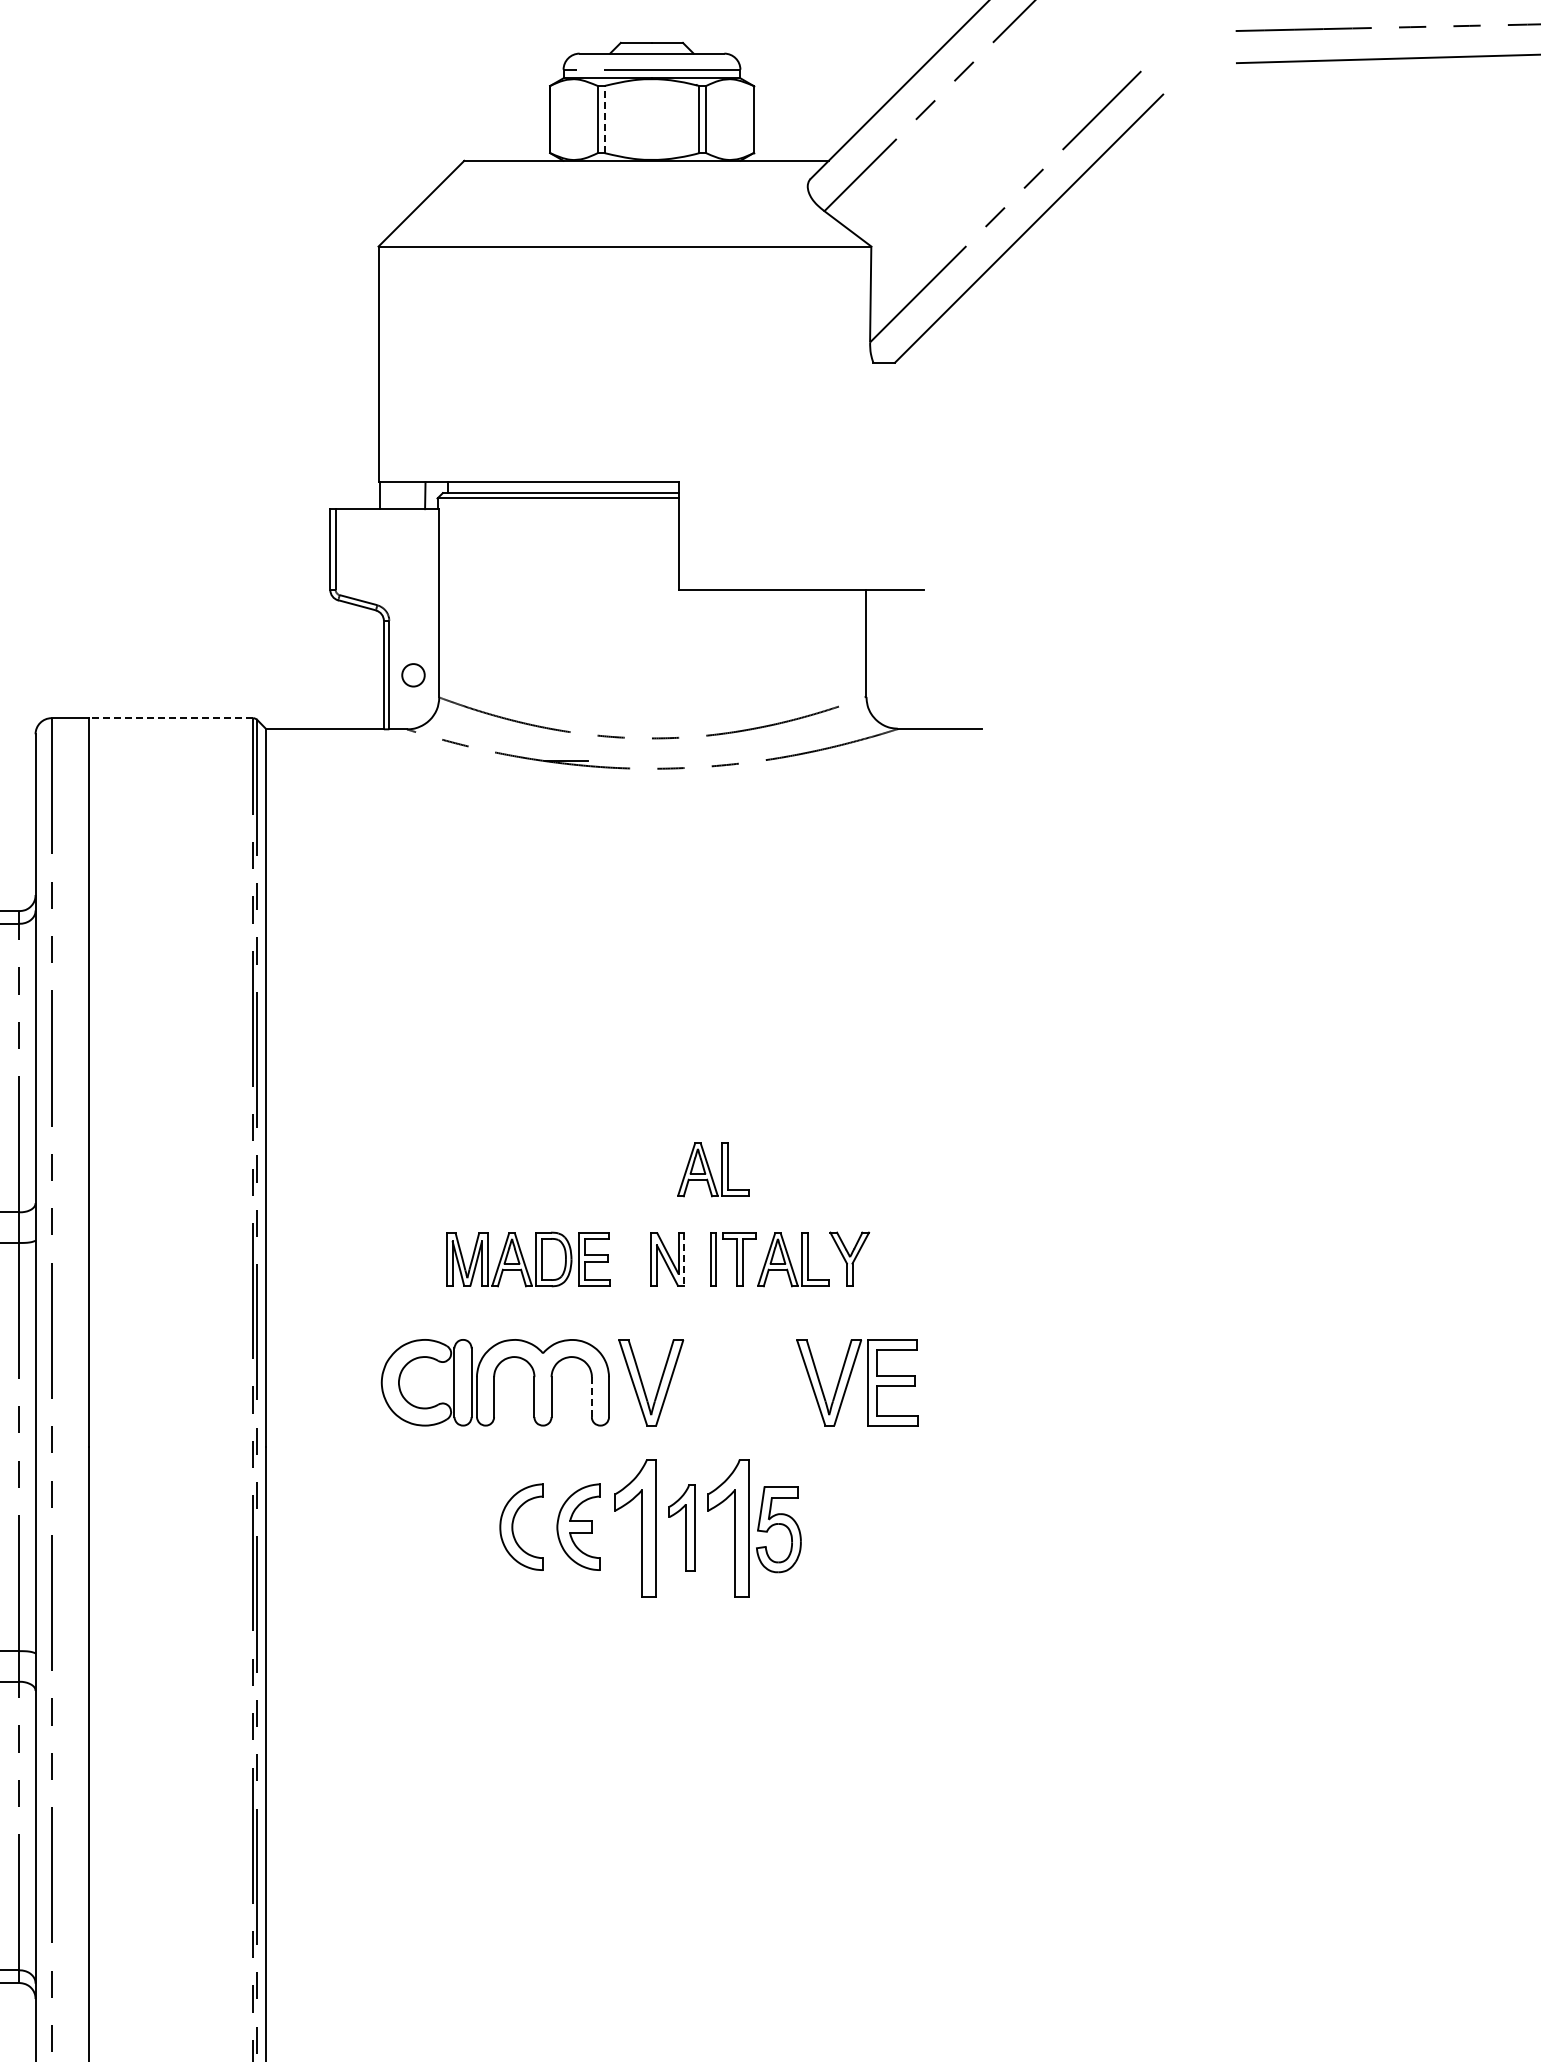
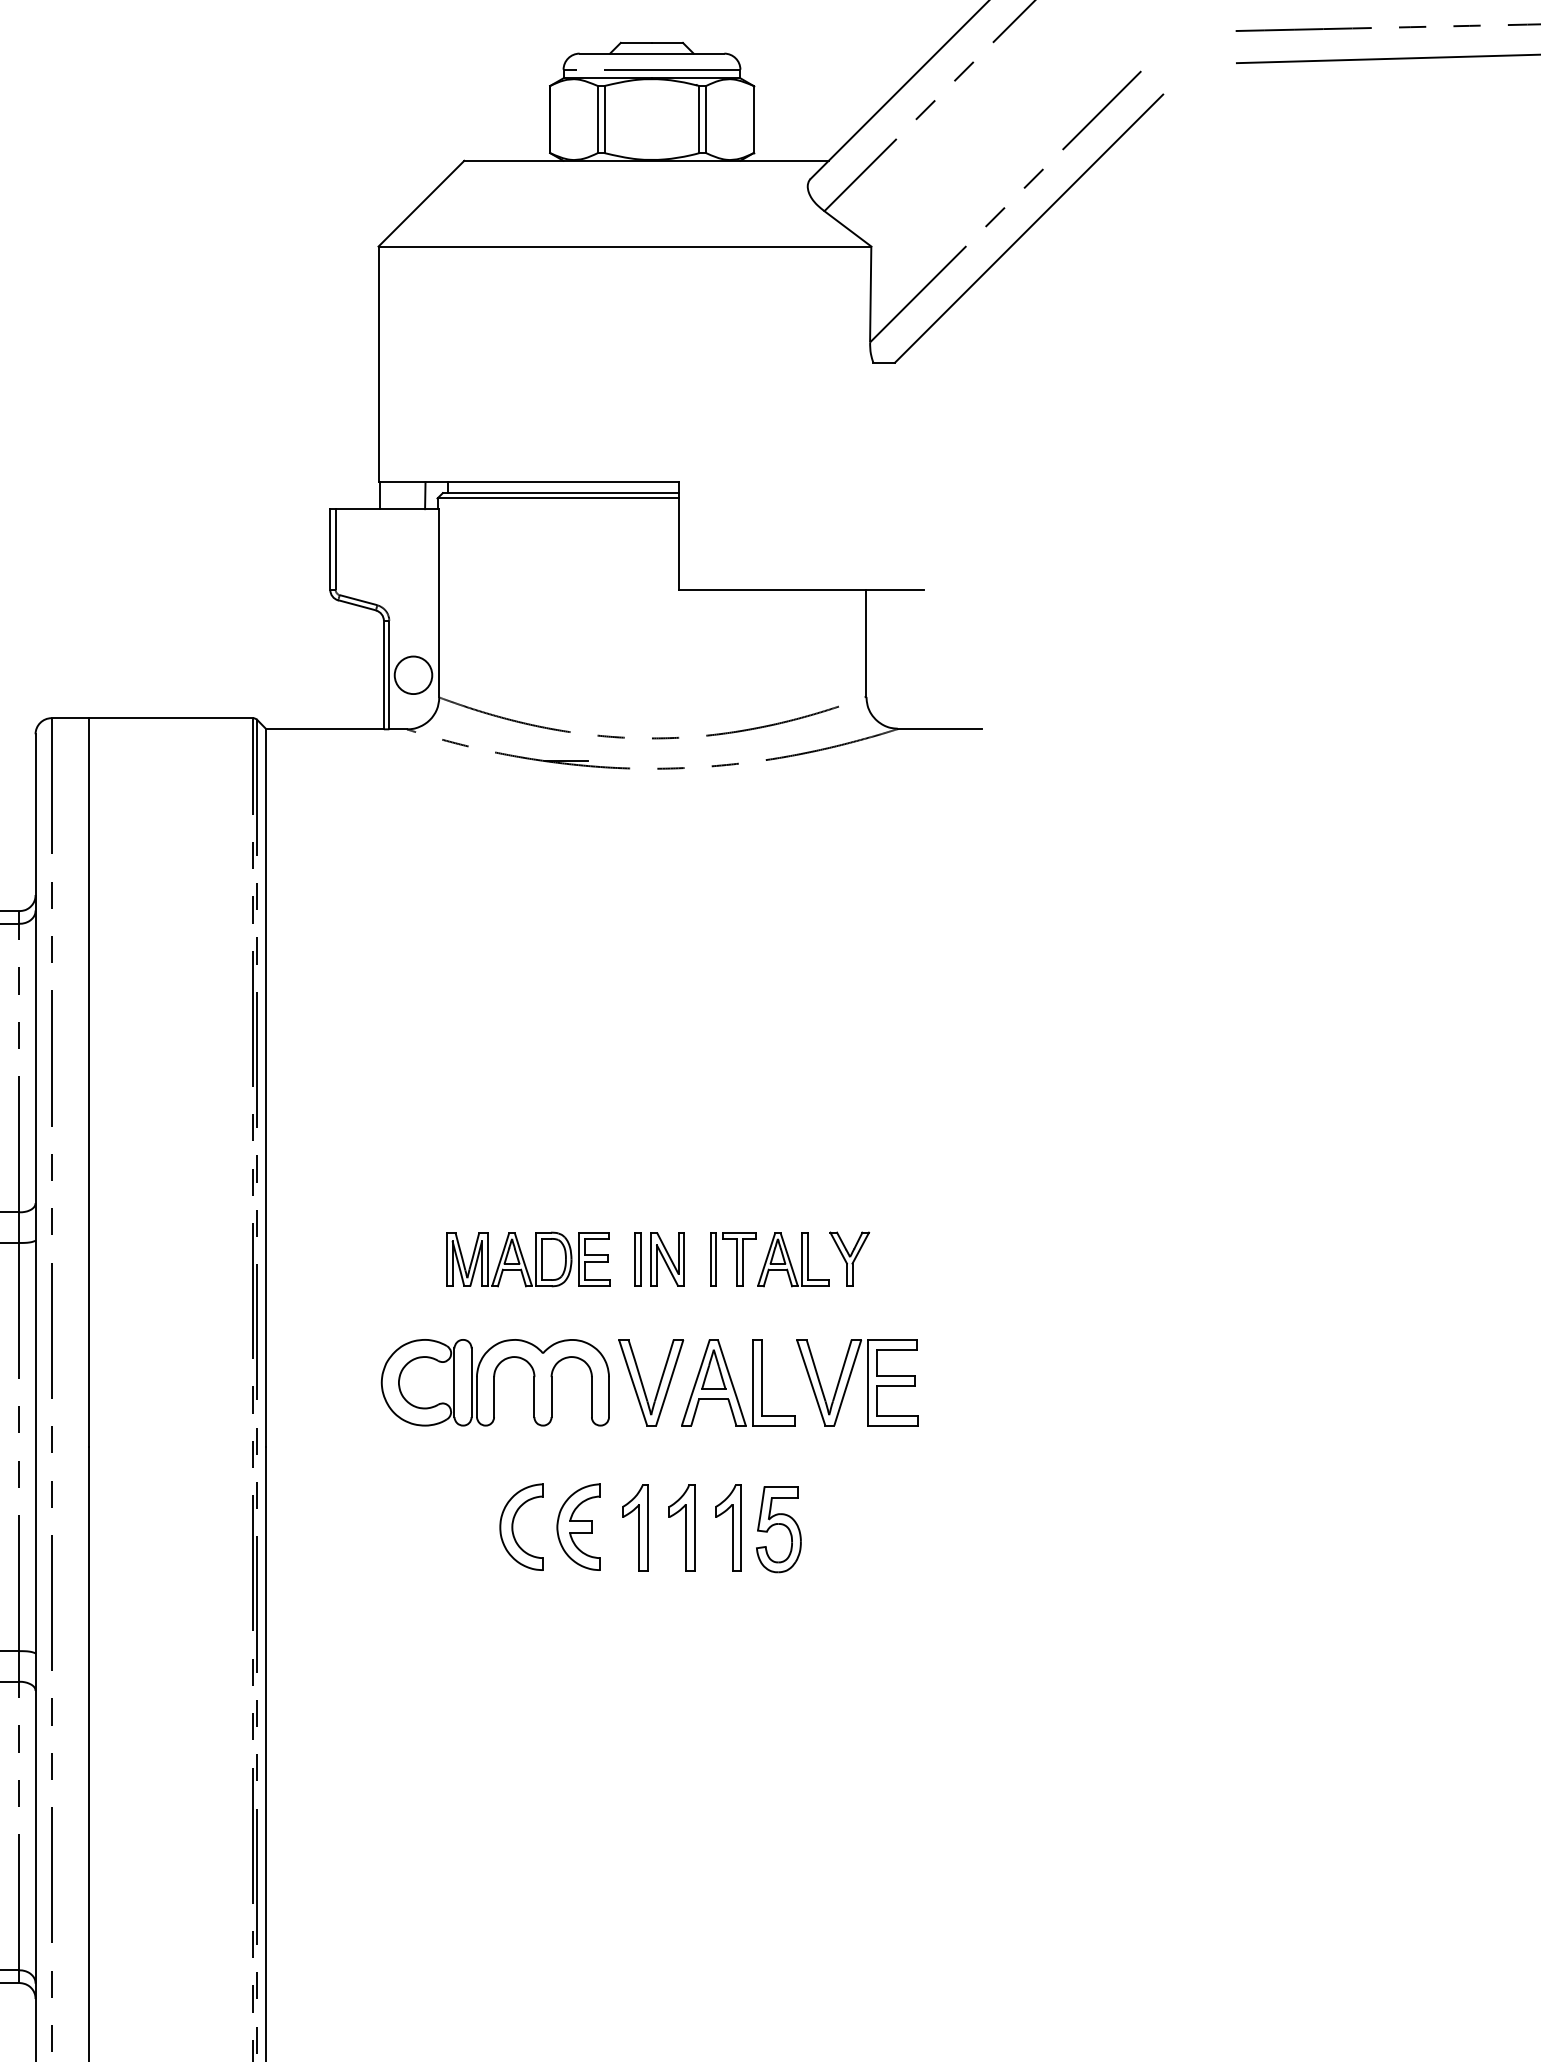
line at (604, 119): dashed -> solid
circle at (413, 675) diameter: 23 px -> 38 px
line at (171, 718): dashed -> solid
part at (713, 1169): present -> none
part at (637, 1259): none -> present
line at (684, 1259): dashed -> solid
part at (738, 1382): none -> present
line at (591, 1397): dashed -> solid
part at (635, 1528) size: 43x139 px -> 27x88 px
part at (728, 1528) size: 43x139 px -> 27x88 px
